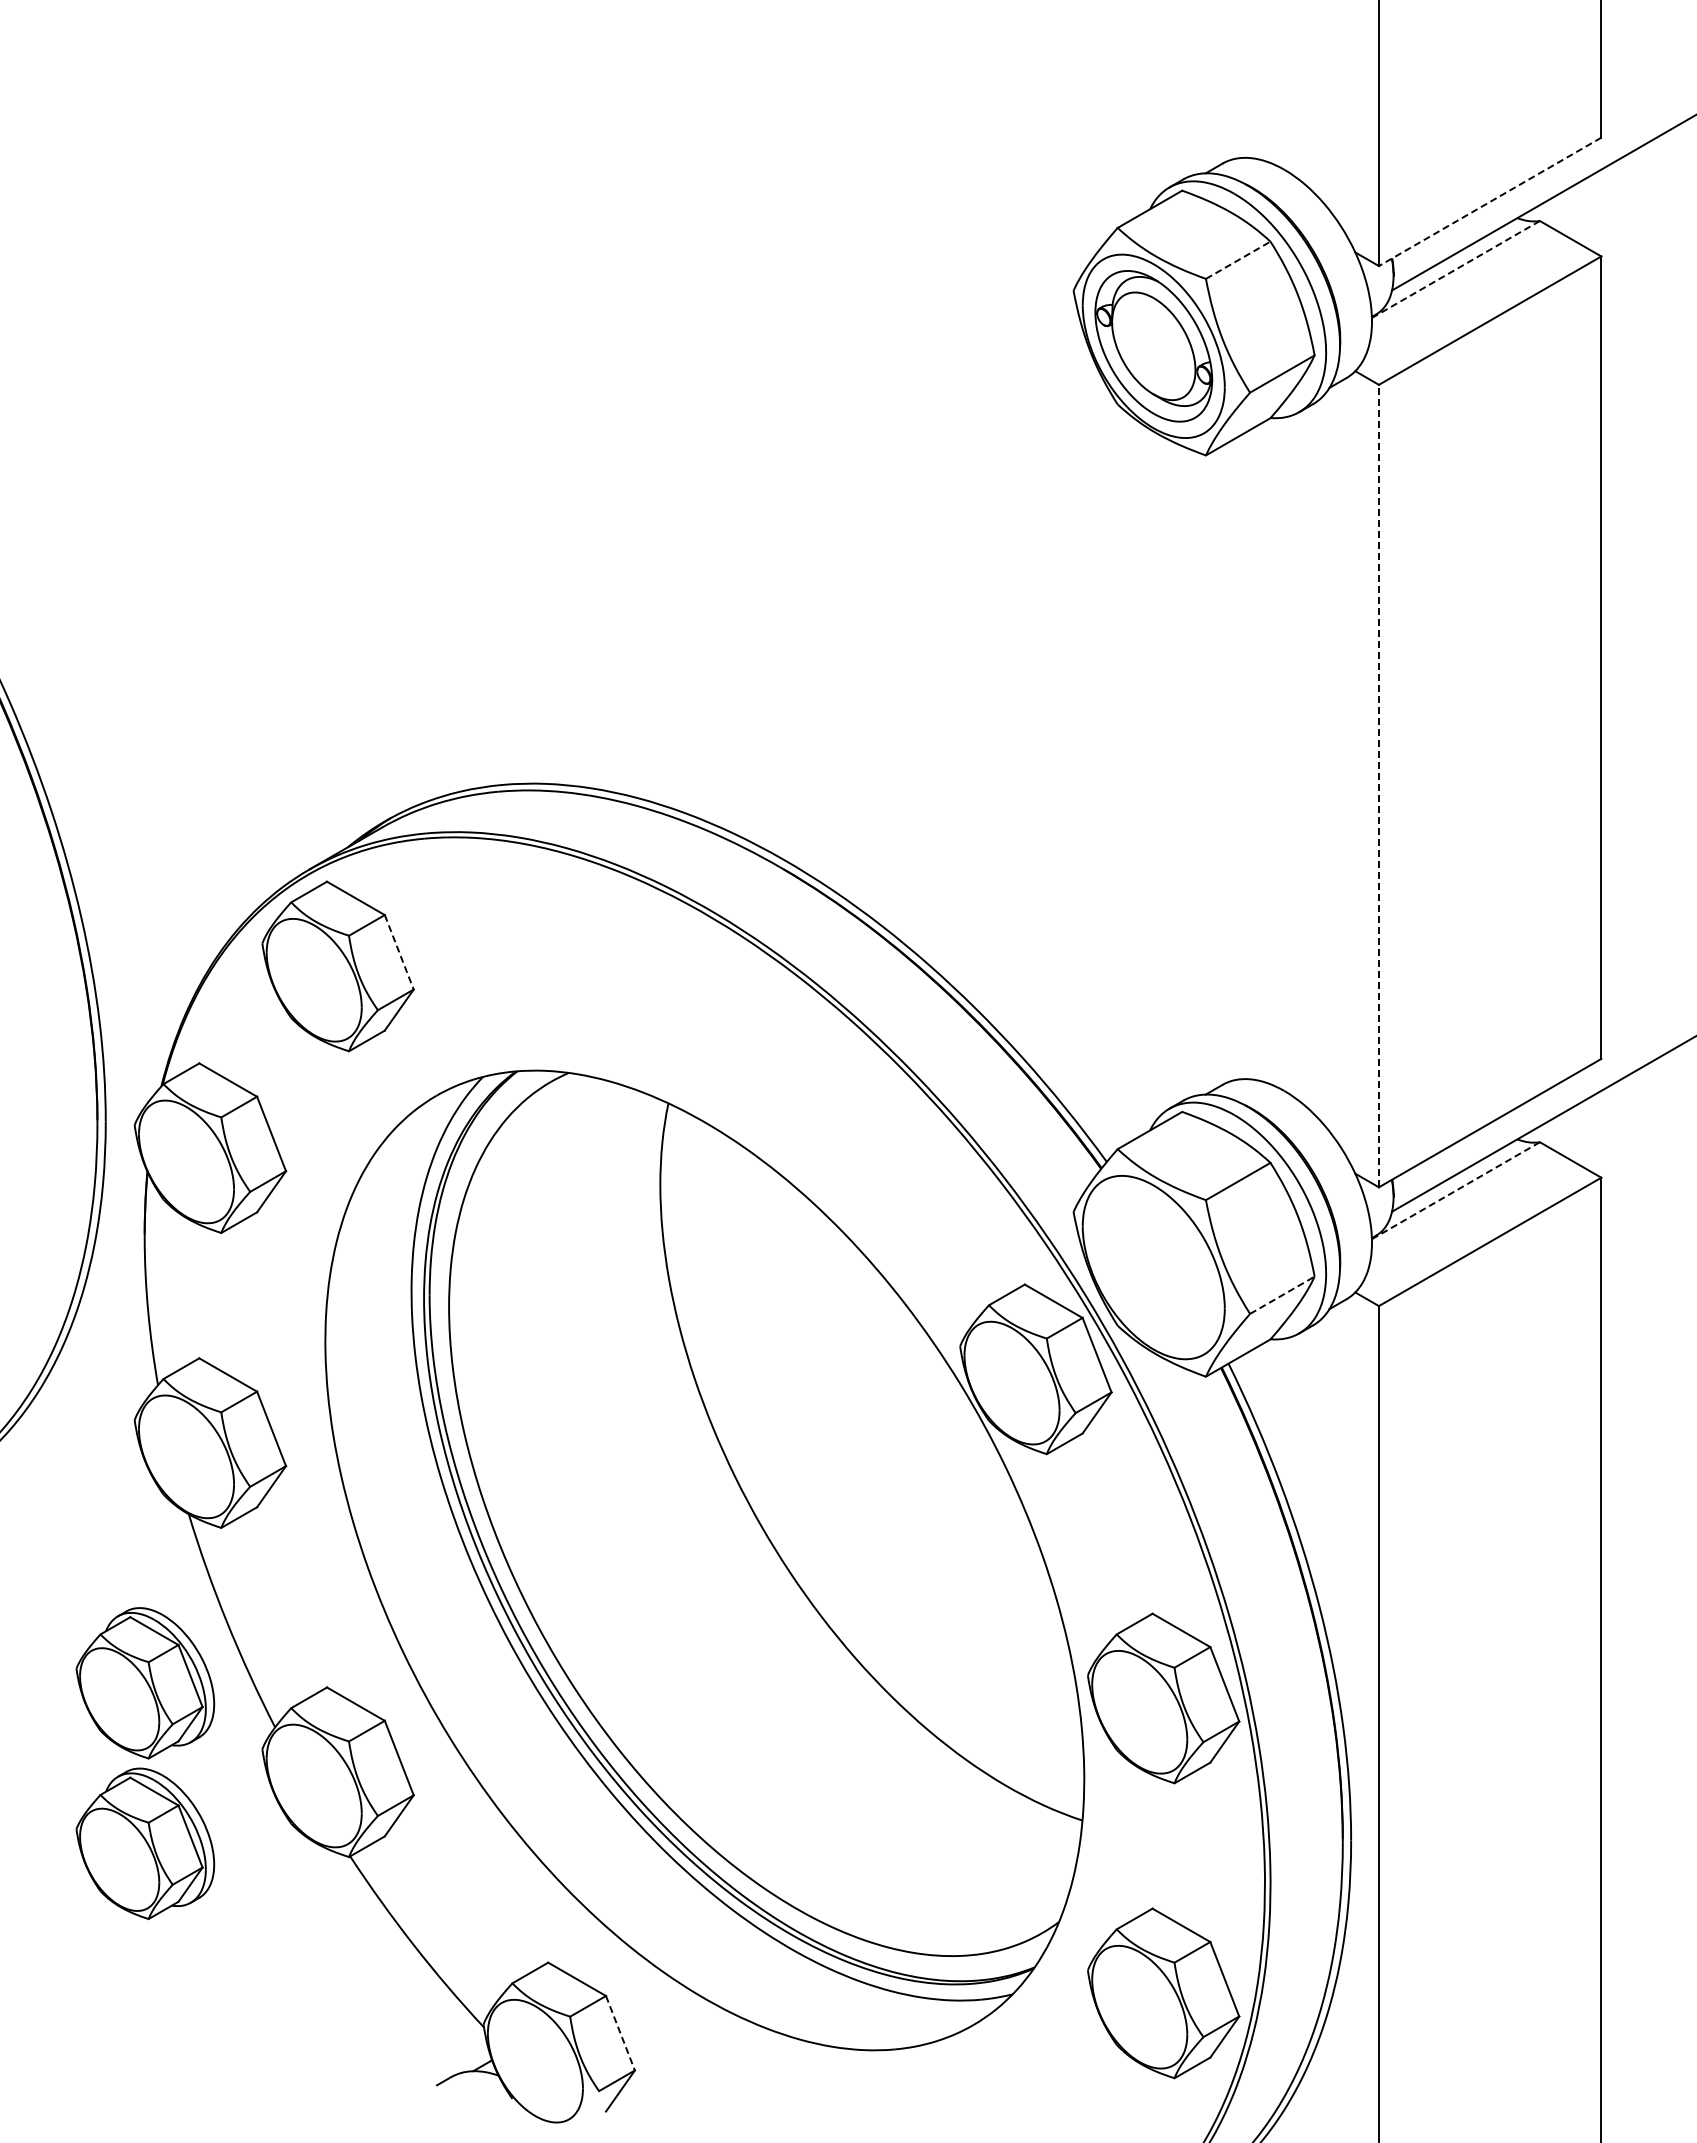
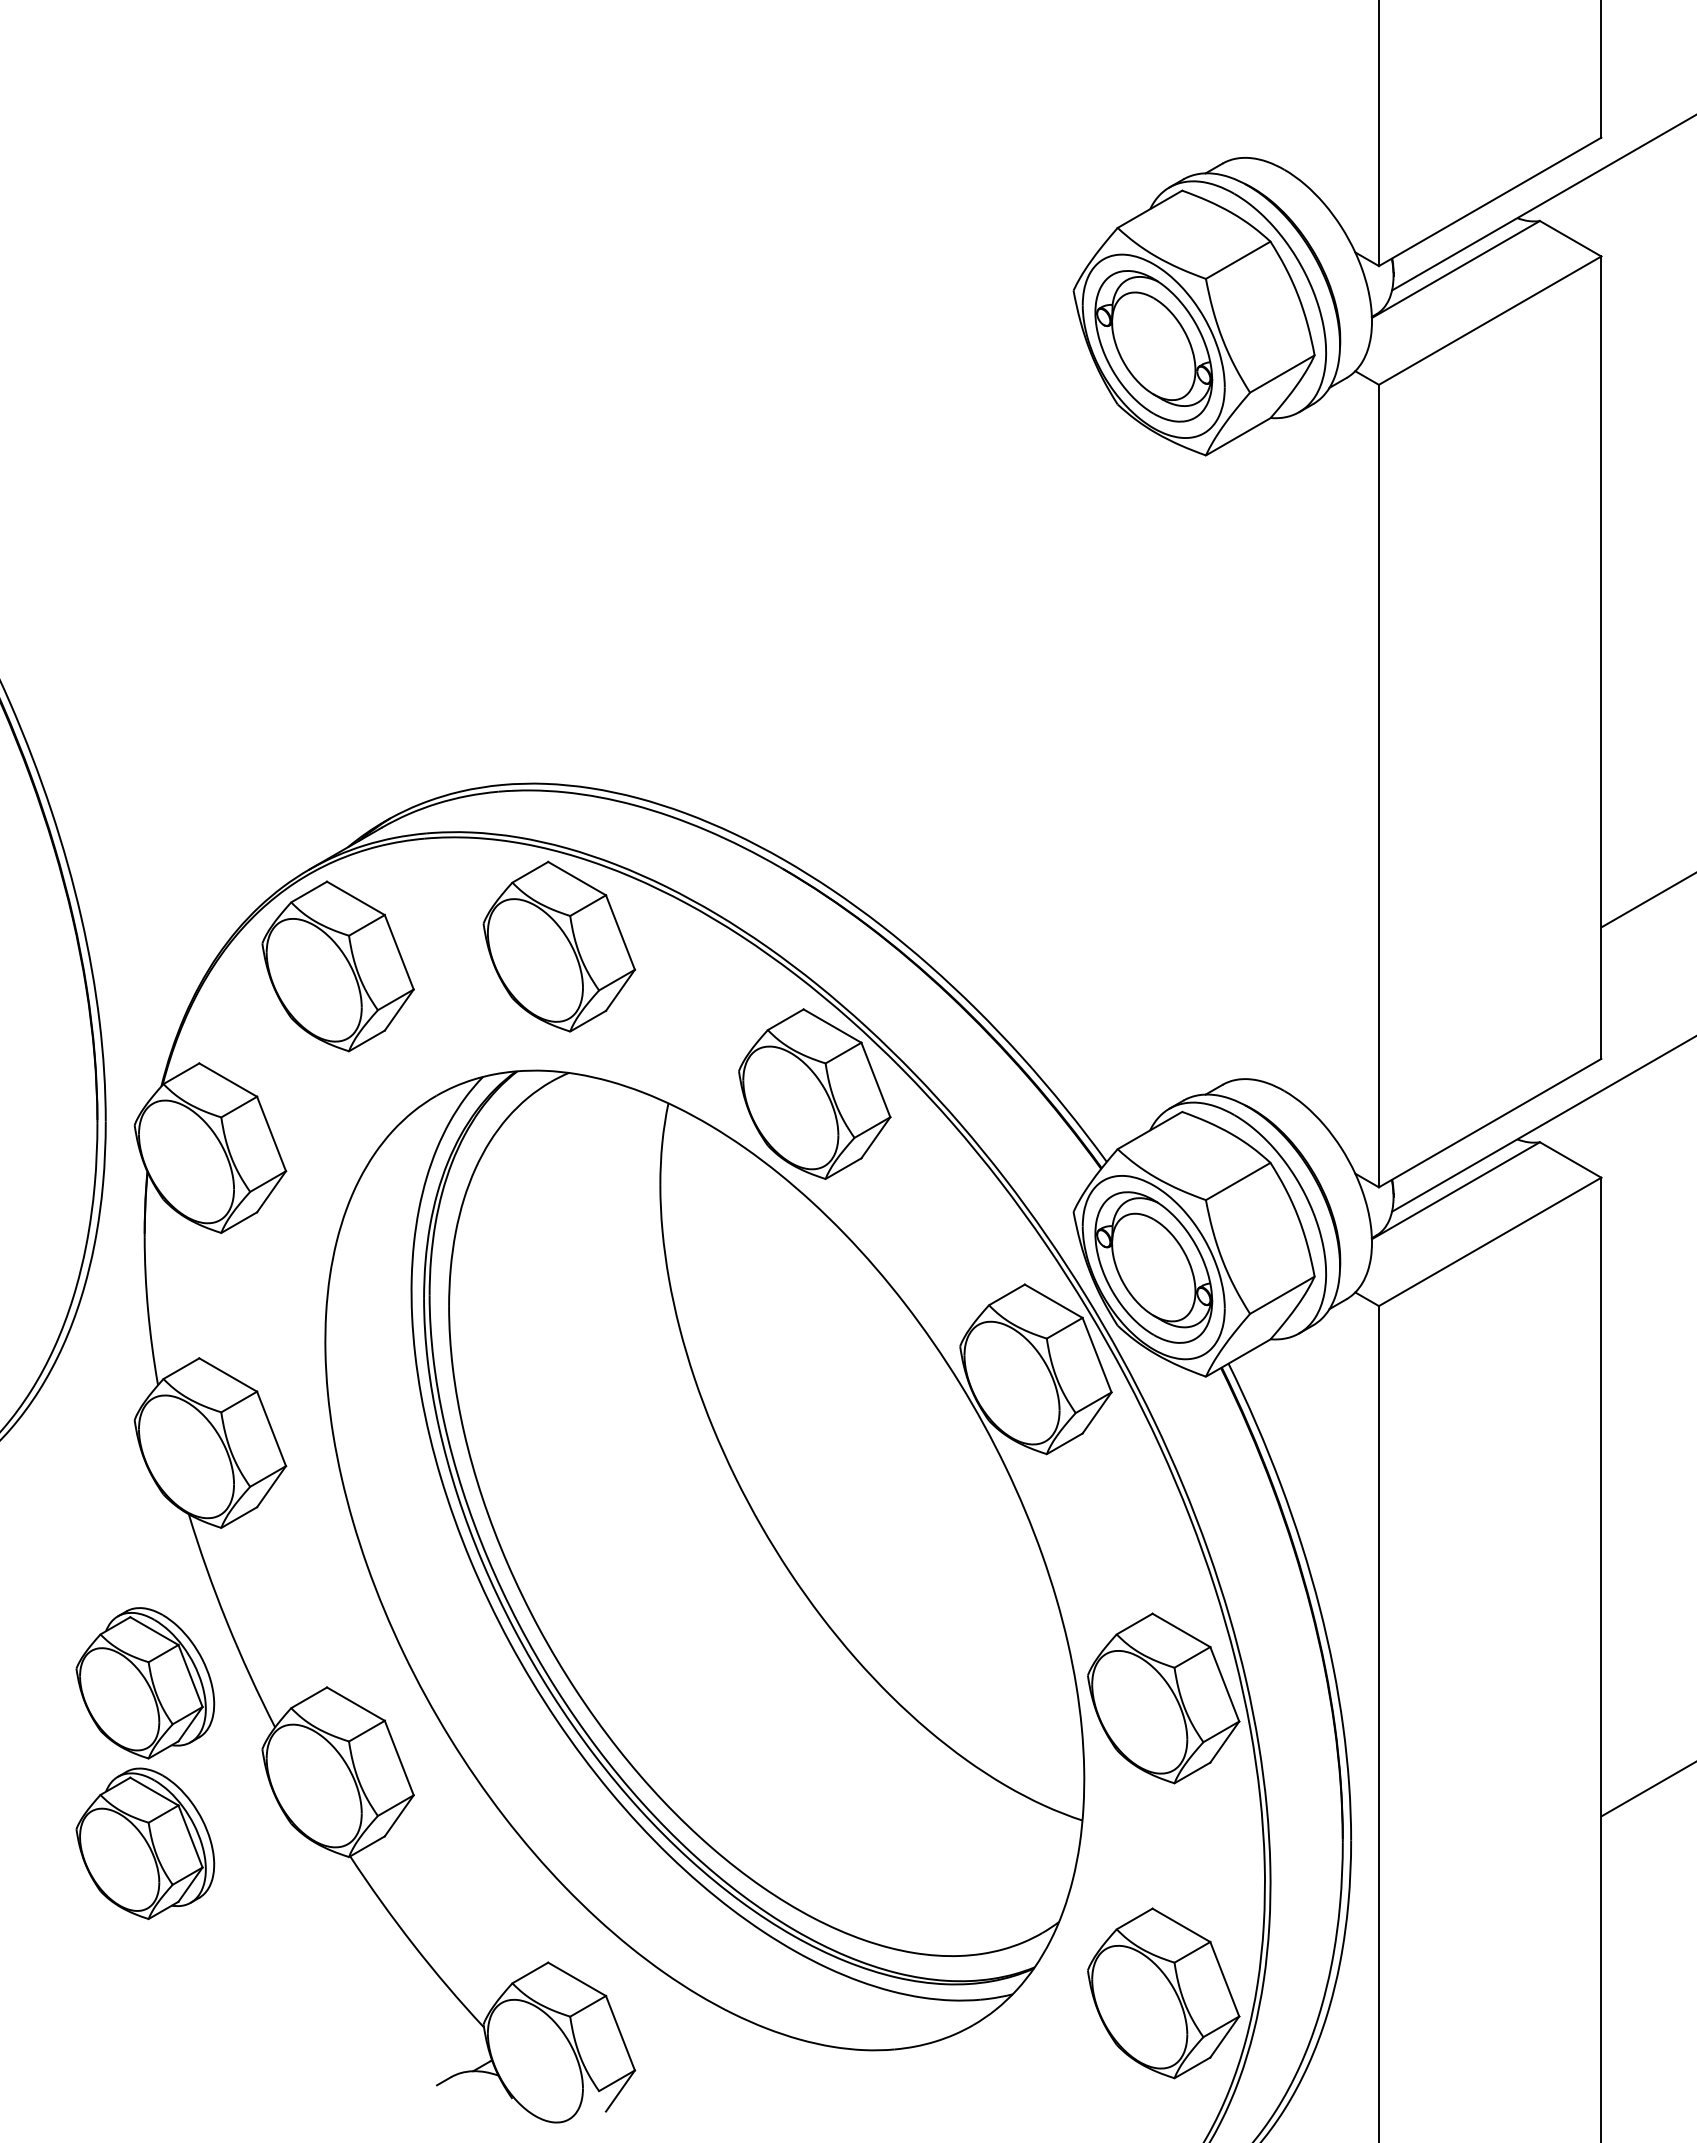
line at (1489, 202): dashed -> solid
line at (1238, 260): dashed -> solid
line at (1455, 269): dashed -> solid
line at (1378, 785): dashed -> solid
line at (1647, 900): none -> present
part at (558, 946): none -> present
line at (399, 952): dashed -> solid
part at (814, 1093): none -> present
line at (1455, 1190): dashed -> solid
part at (1153, 1267): none -> present
line at (1282, 1295): dashed -> solid
line at (1647, 1789): none -> present
line at (620, 2033): dashed -> solid
